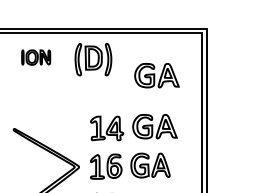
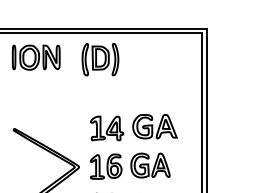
part at (36, 57) size: 31x17 px -> 50x27 px
part at (93, 59) position: (93, 59) -> (100, 59)
part at (156, 75): present -> none
